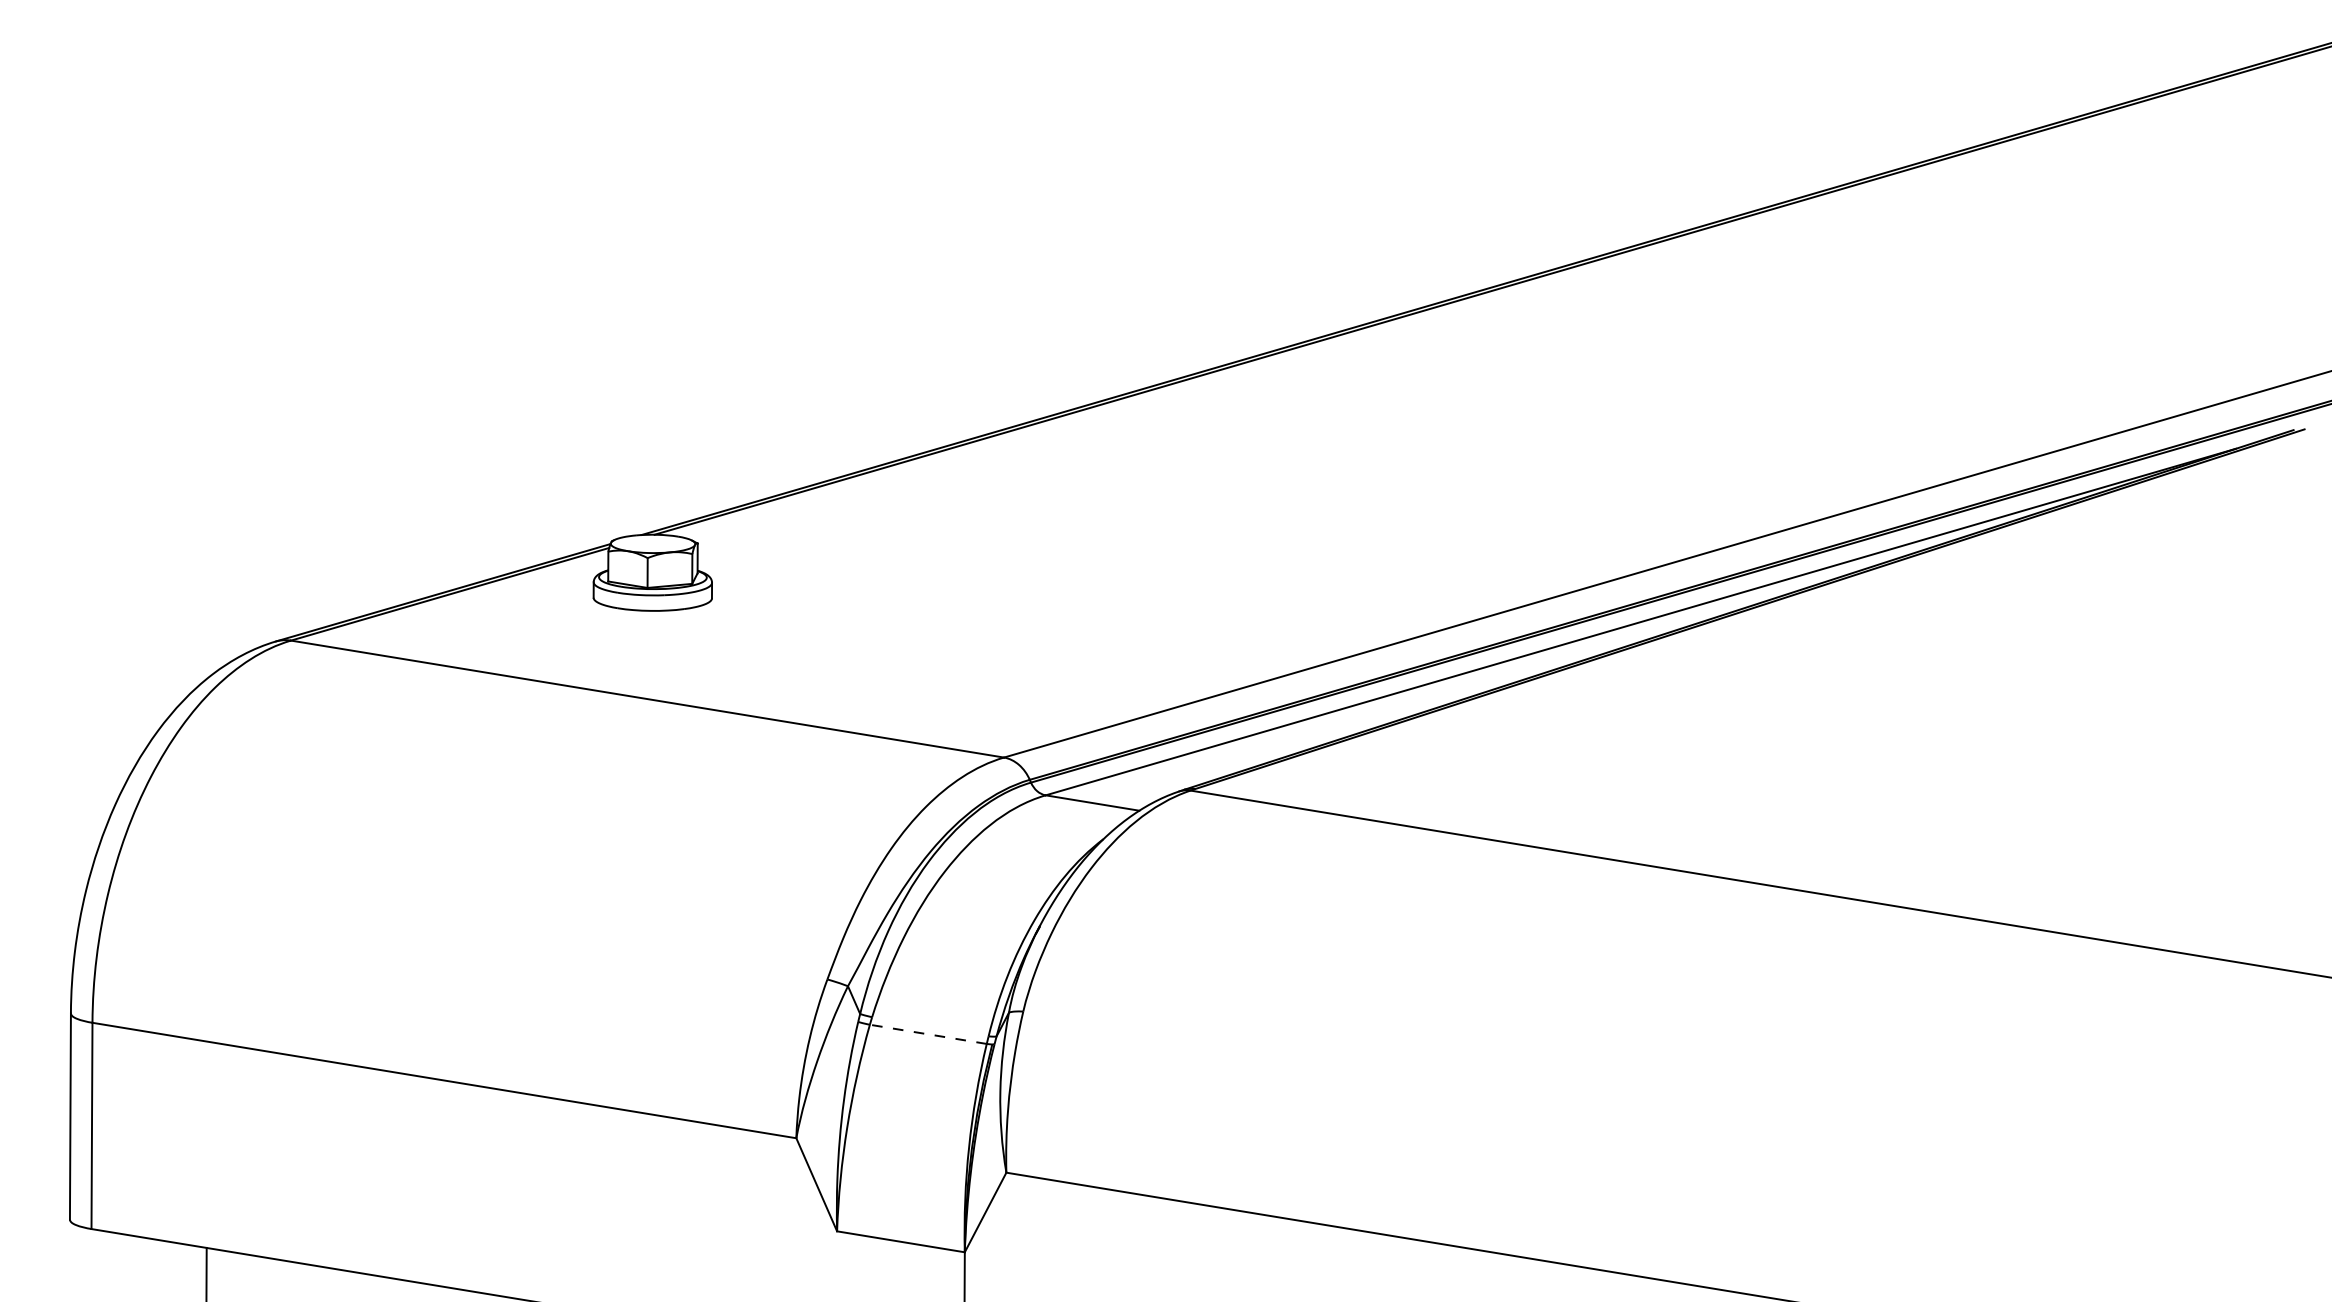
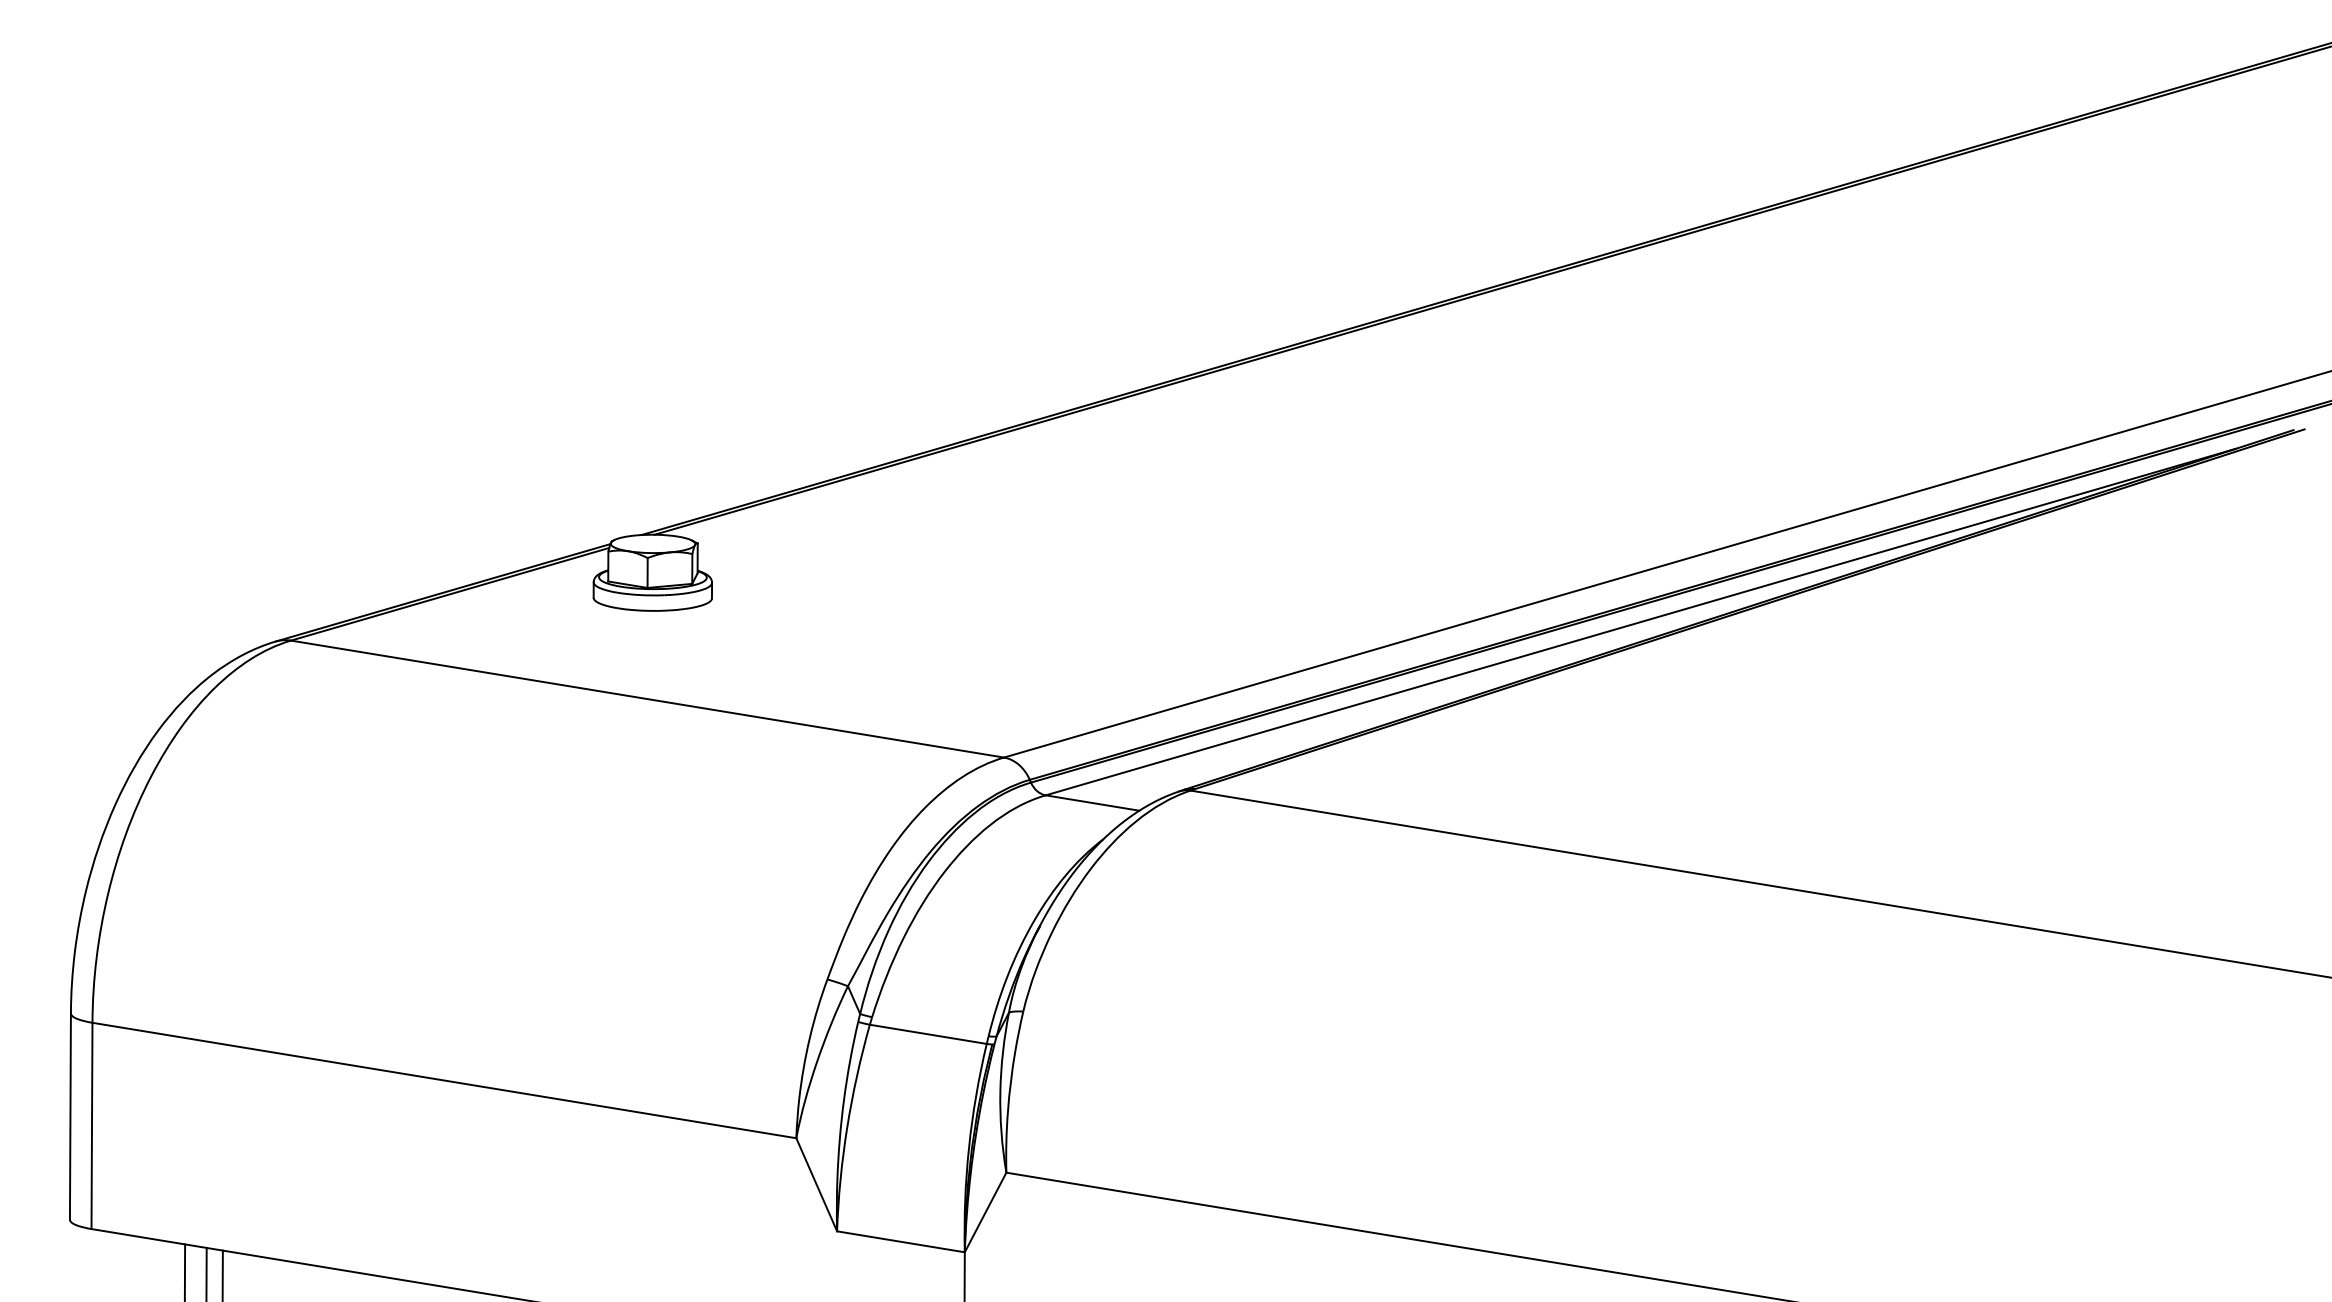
line at (927, 1034): dashed -> solid
line at (184, 1271): none -> present
line at (222, 1274): none -> present
